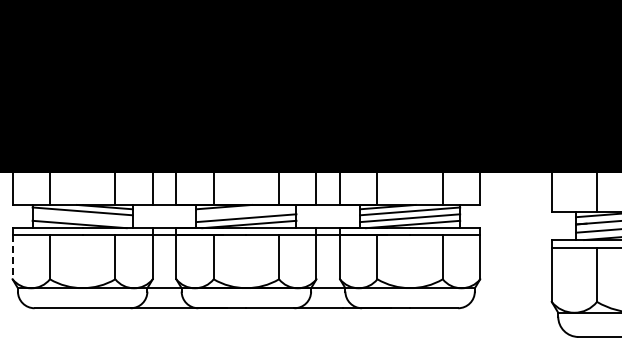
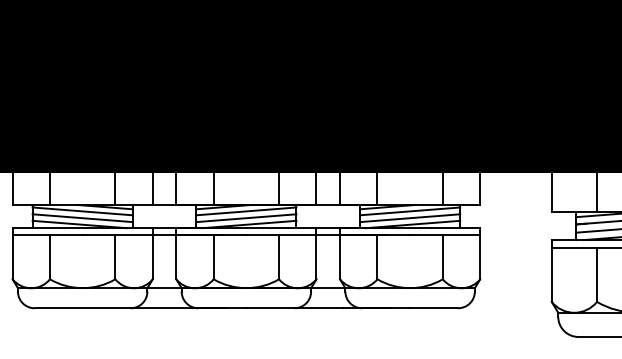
line at (246, 211): none -> present
line at (82, 218): none -> present
line at (12, 257): dashed -> solid
